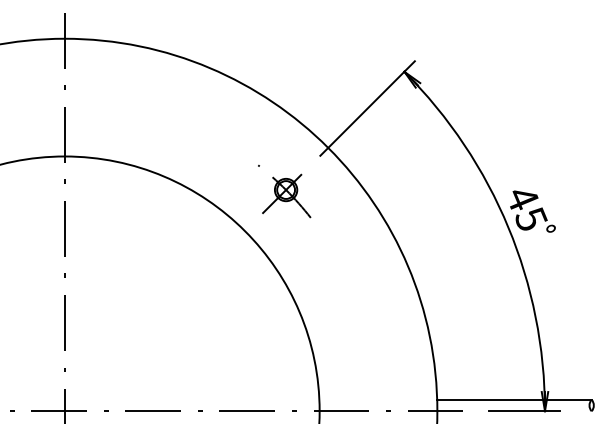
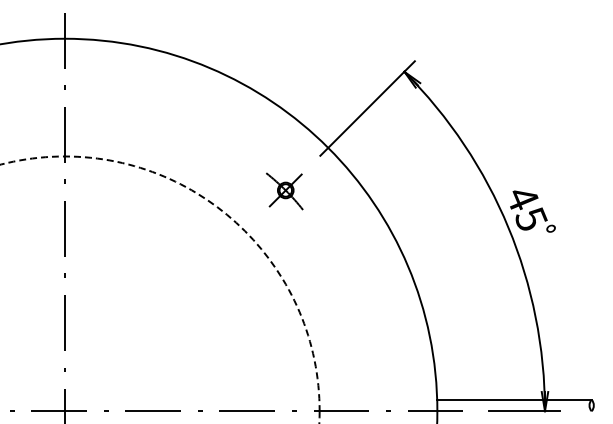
part at (284, 191) size: 54x55 px -> 38x39 px
circle at (159, 289): solid -> dashed
